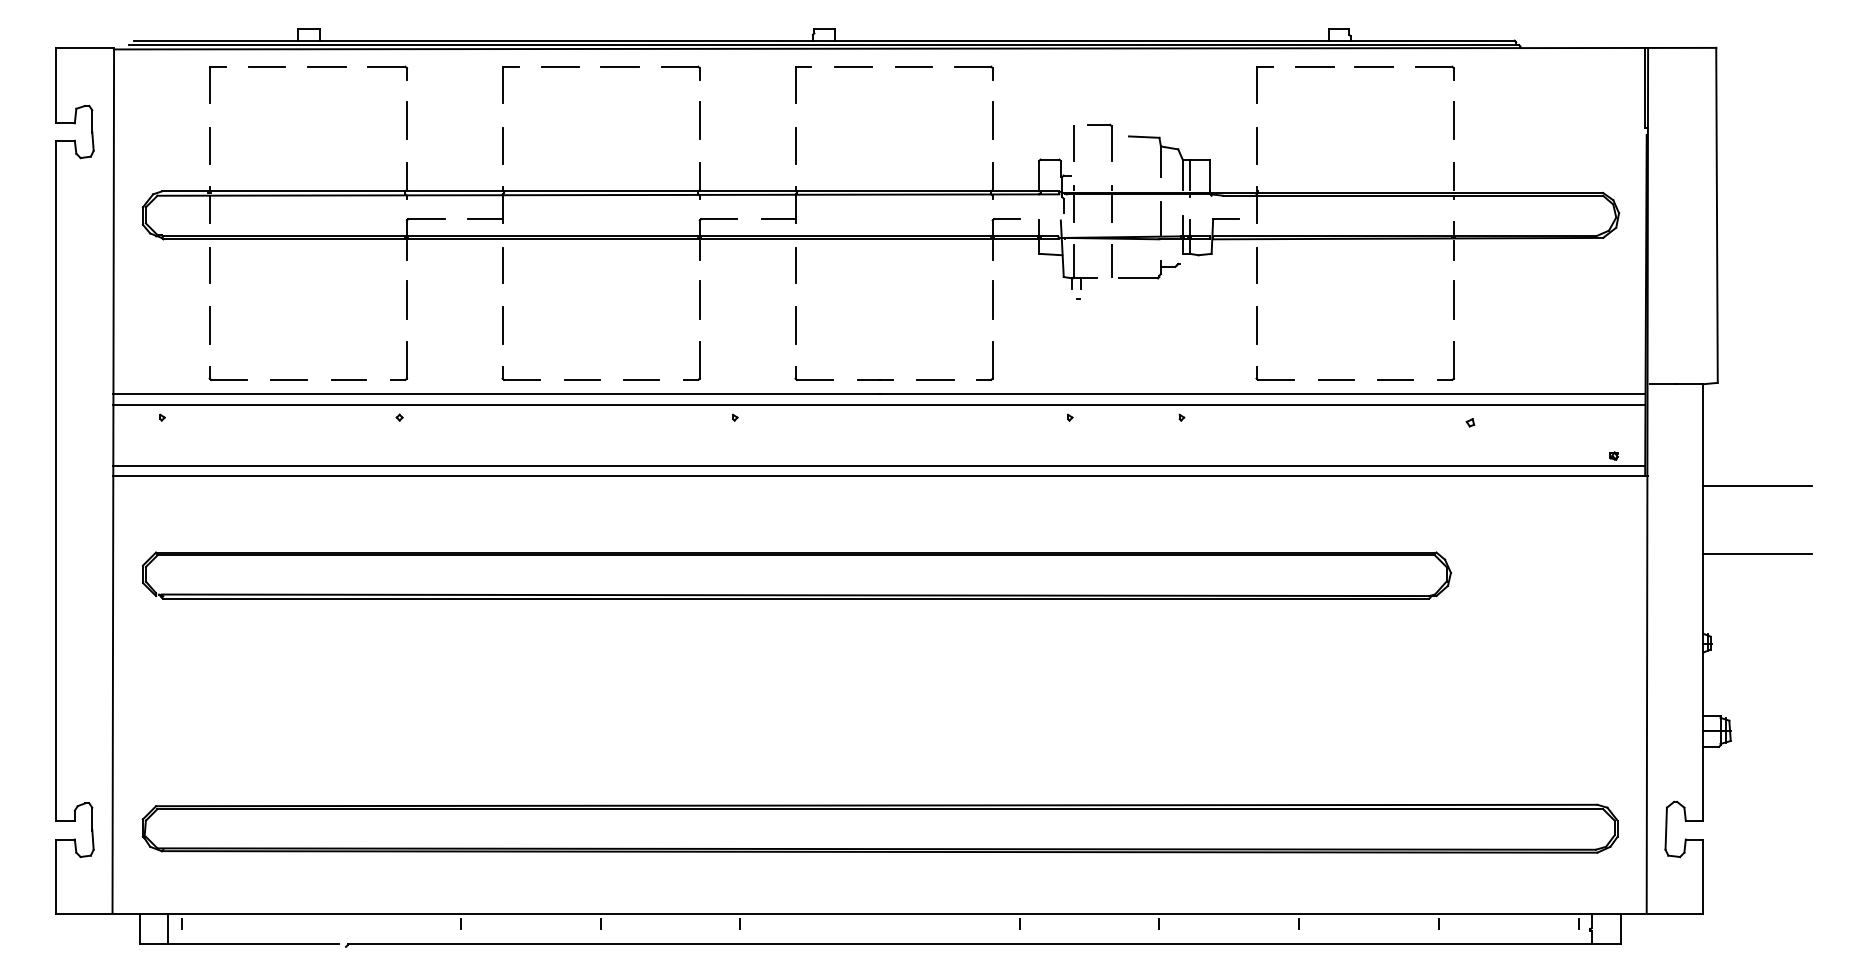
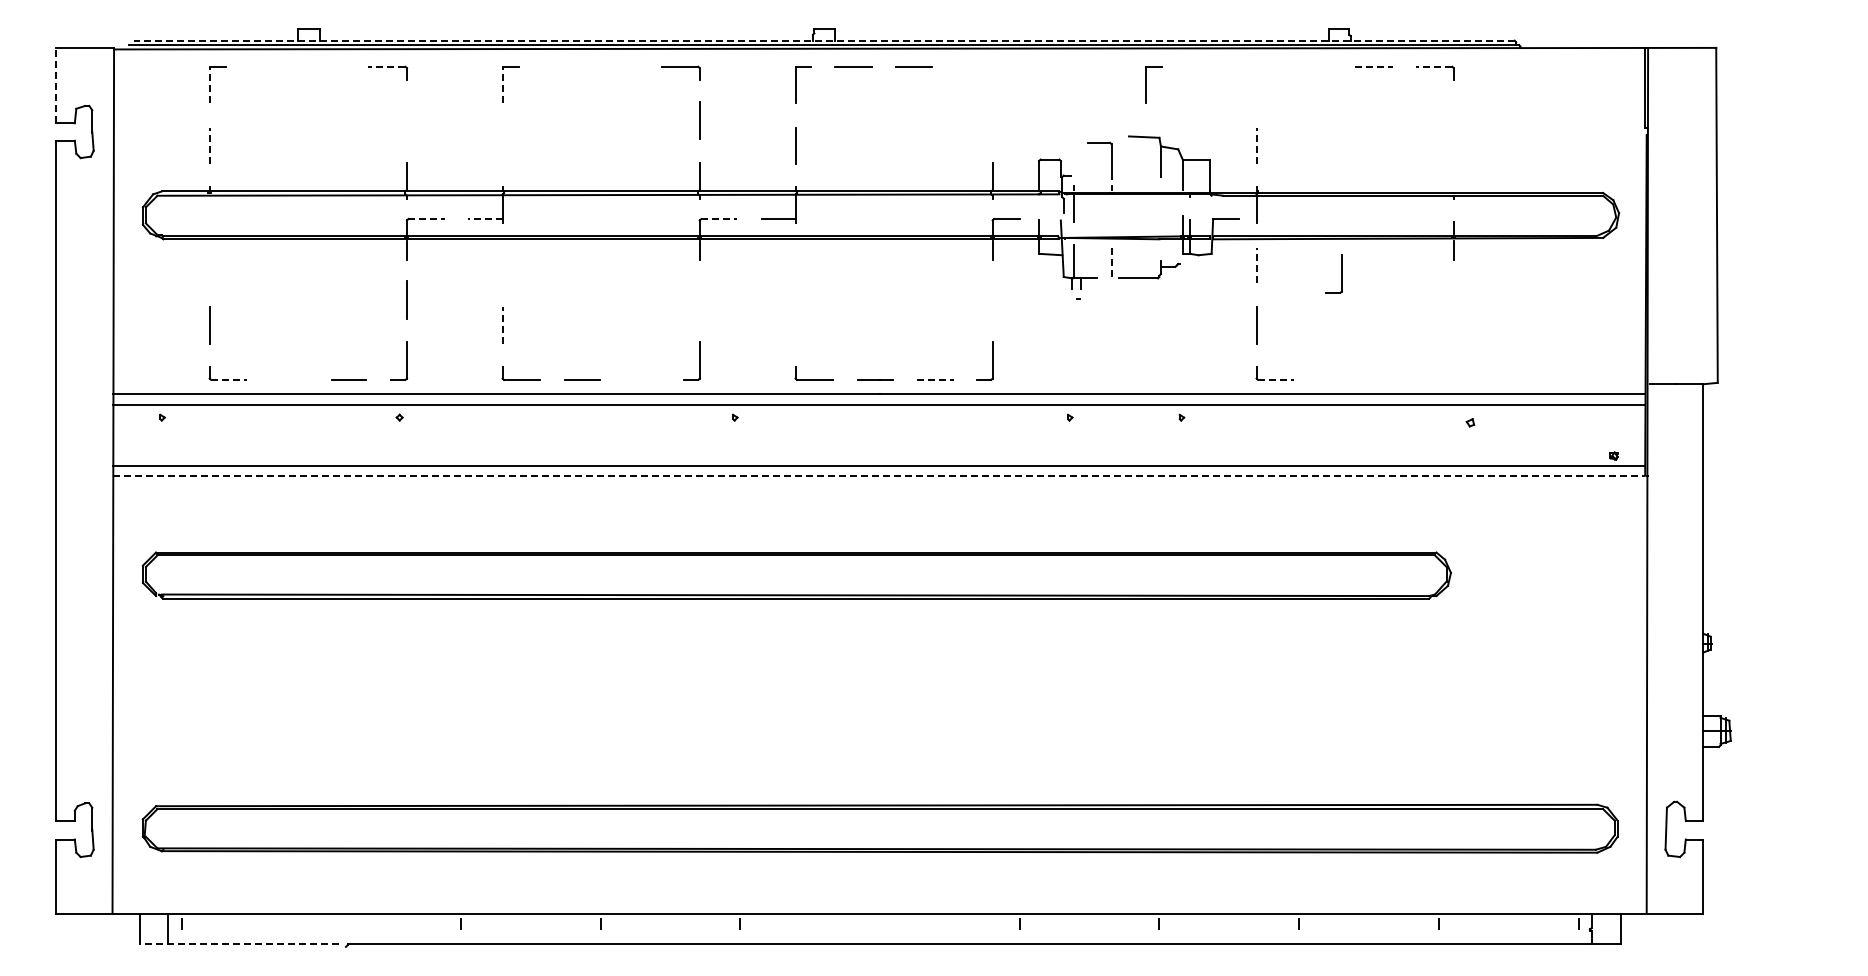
line at (824, 40): solid -> dashed
line at (266, 66): present -> none
line at (326, 66): present -> none
line at (386, 66): solid -> dashed
line at (560, 66): present -> none
line at (619, 66): present -> none
line at (1314, 66): present -> none
line at (1374, 66): solid -> dashed
line at (1433, 66): solid -> dashed
part at (973, 72): present -> none
line at (209, 84): solid -> dashed
line at (502, 84): solid -> dashed
part at (1257, 84) position: (1257, 84) -> (1146, 84)
line at (55, 85): solid -> dashed
line at (406, 120): present -> none
line at (992, 120): present -> none
line at (1453, 120): present -> none
part at (1111, 142) position: (1111, 142) -> (1111, 160)
line at (1073, 143): present -> none
line at (209, 145): solid -> dashed
line at (502, 145): present -> none
line at (1256, 145): solid -> dashed
line at (1189, 174): present -> none
line at (1453, 176): present -> none
line at (1111, 208): present -> none
line at (209, 209): present -> none
line at (1160, 218): present -> none
line at (427, 219): solid -> dashed
line at (484, 219): solid -> dashed
line at (719, 219): solid -> dashed
line at (1111, 261): solid -> dashed
line at (209, 264): present -> none
line at (502, 264): present -> none
line at (795, 264): present -> none
line at (1256, 264): solid -> dashed
line at (699, 300): present -> none
line at (992, 300): present -> none
line at (1453, 300): present -> none
line at (502, 325): solid -> dashed
line at (795, 325): present -> none
part at (1453, 360) position: (1453, 360) -> (1341, 273)
line at (229, 379): solid -> dashed
line at (288, 379): present -> none
line at (641, 379): present -> none
line at (935, 379): solid -> dashed
line at (1276, 379): solid -> dashed
line at (1336, 379): present -> none
line at (1395, 379): present -> none
line at (879, 475): solid -> dashed
line at (1757, 485): present -> none
line at (1757, 554): present -> none
line at (238, 944): solid -> dashed
